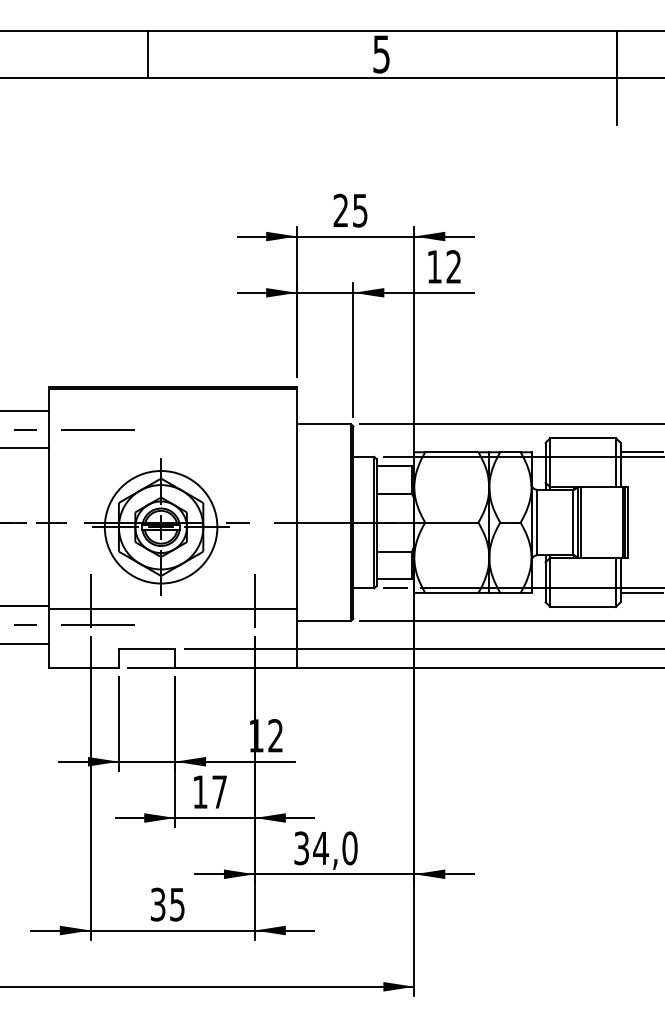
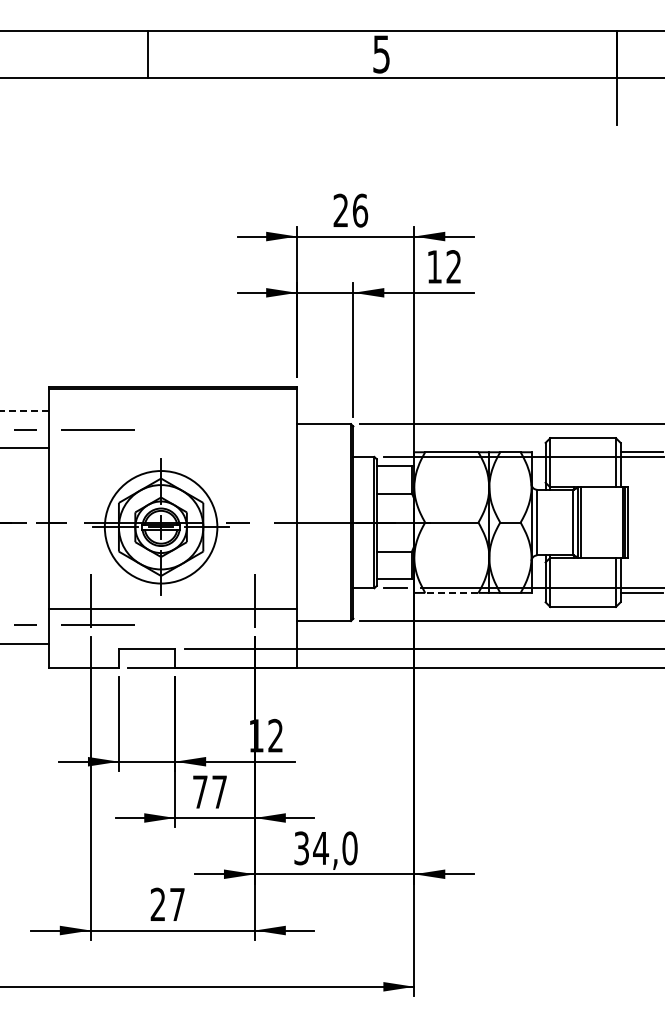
text at (360, 210): 25 -> 26
line at (24, 410): solid -> dashed
line at (451, 592): solid -> dashed
line at (25, 606): present -> none
text at (200, 791): 17 -> 77
text at (167, 904): 35 -> 27
